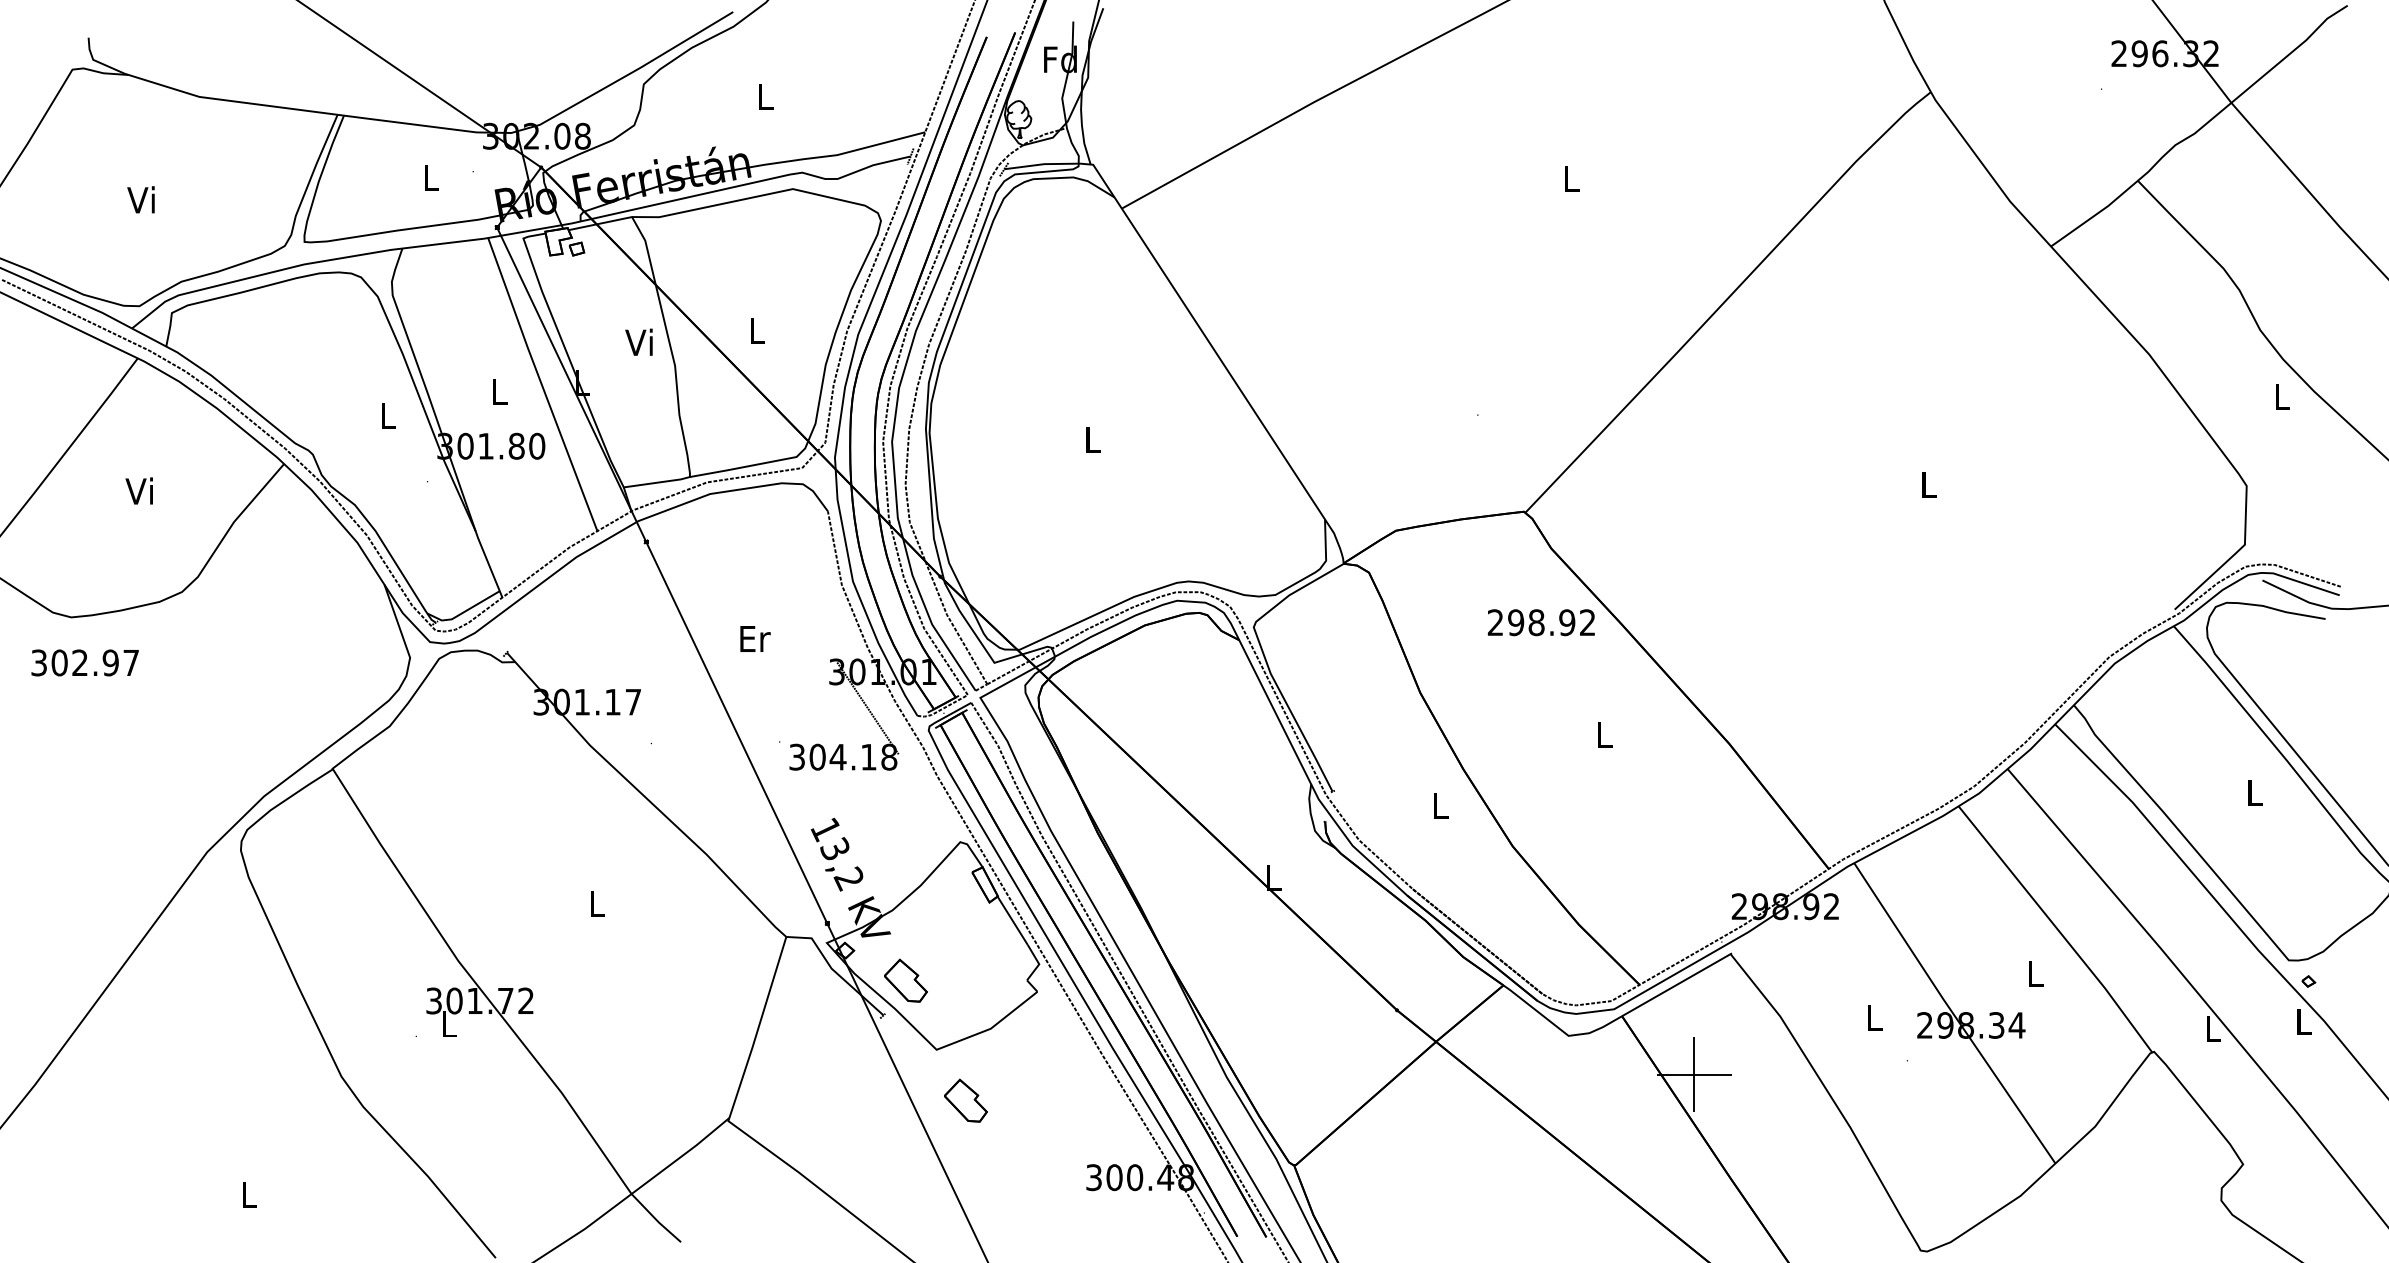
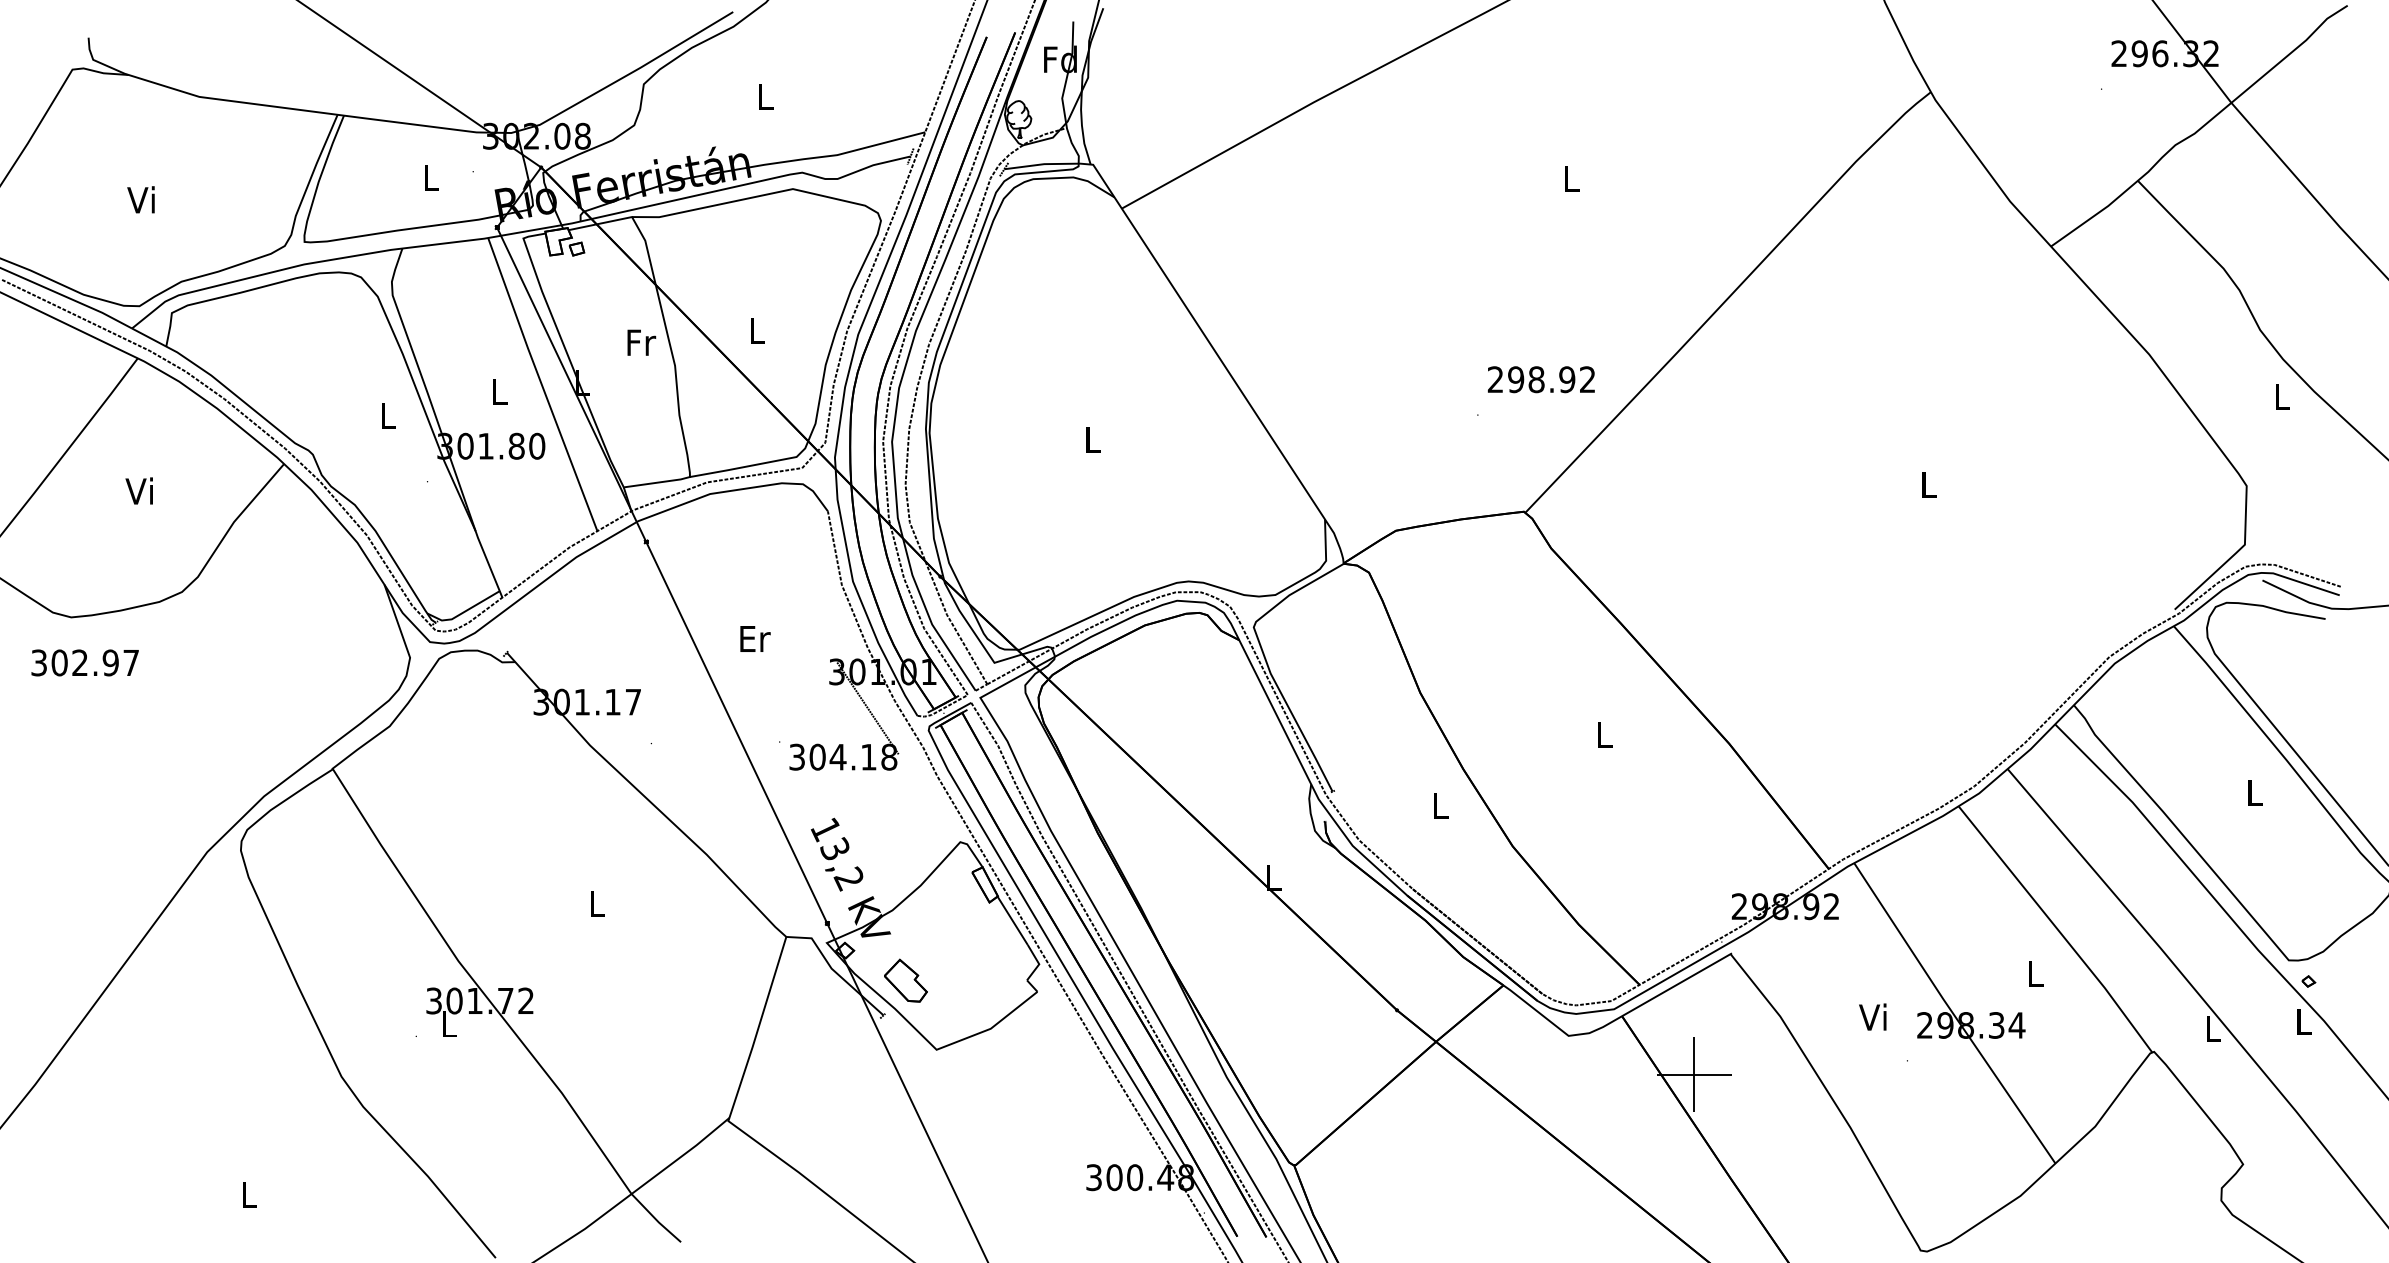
text at (640, 341): Vi -> Fr
text at (1540, 622) position: (1540, 622) -> (1540, 379)
text at (1872, 1016): L -> Vi
part at (965, 1100): present -> none
